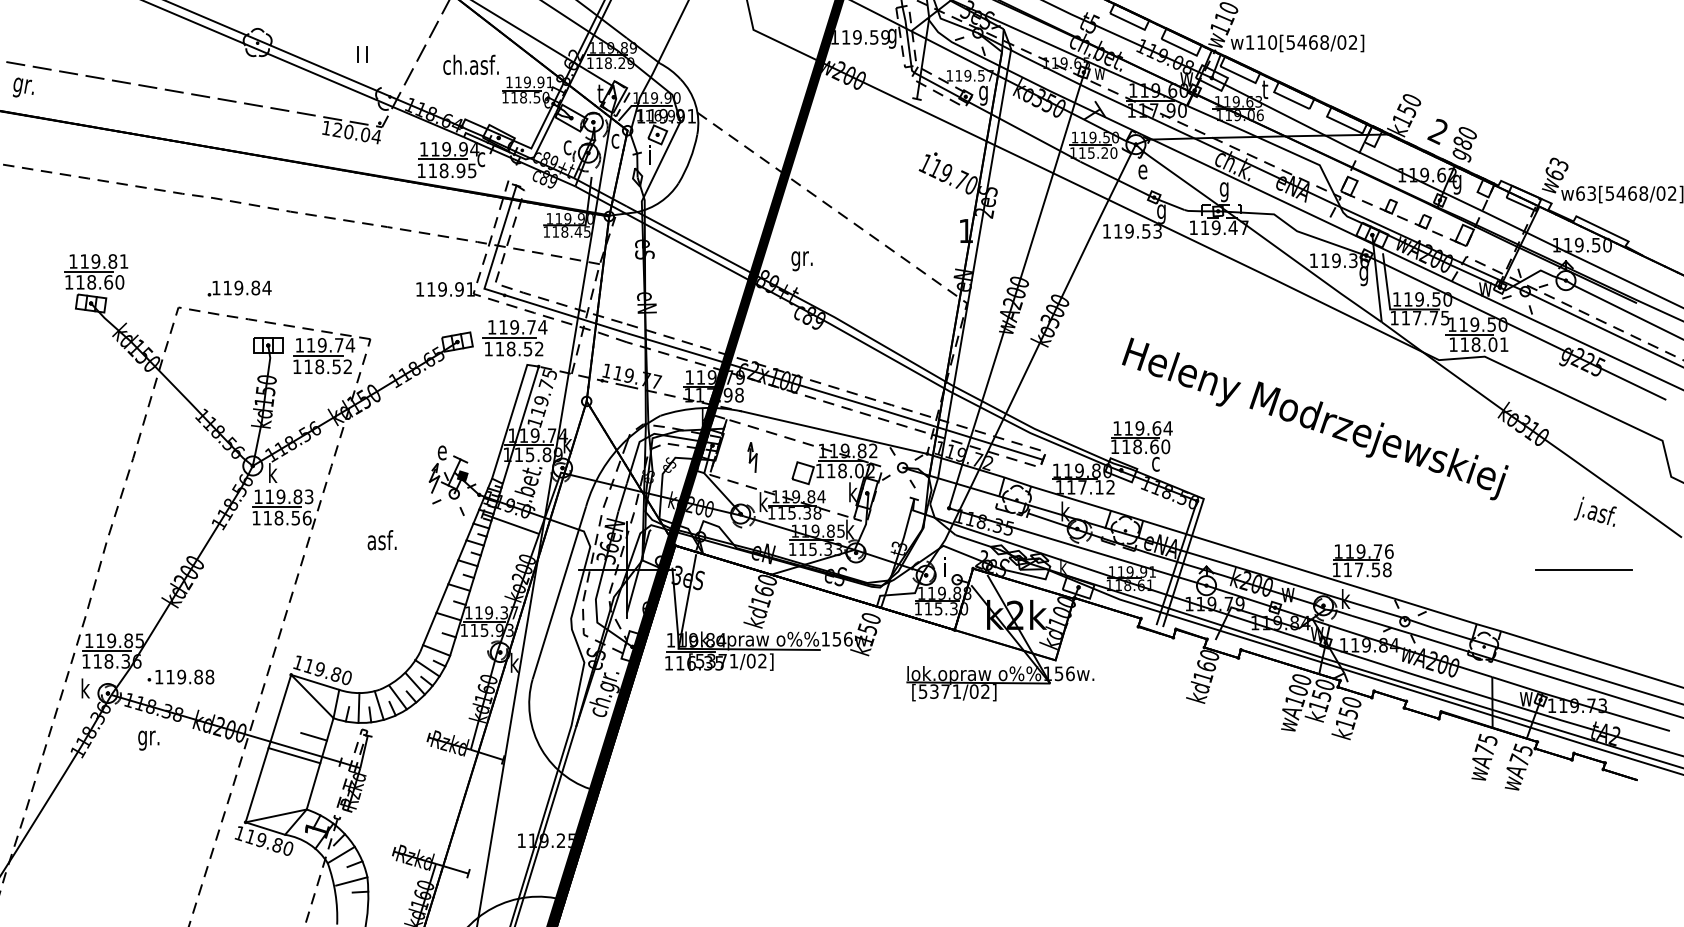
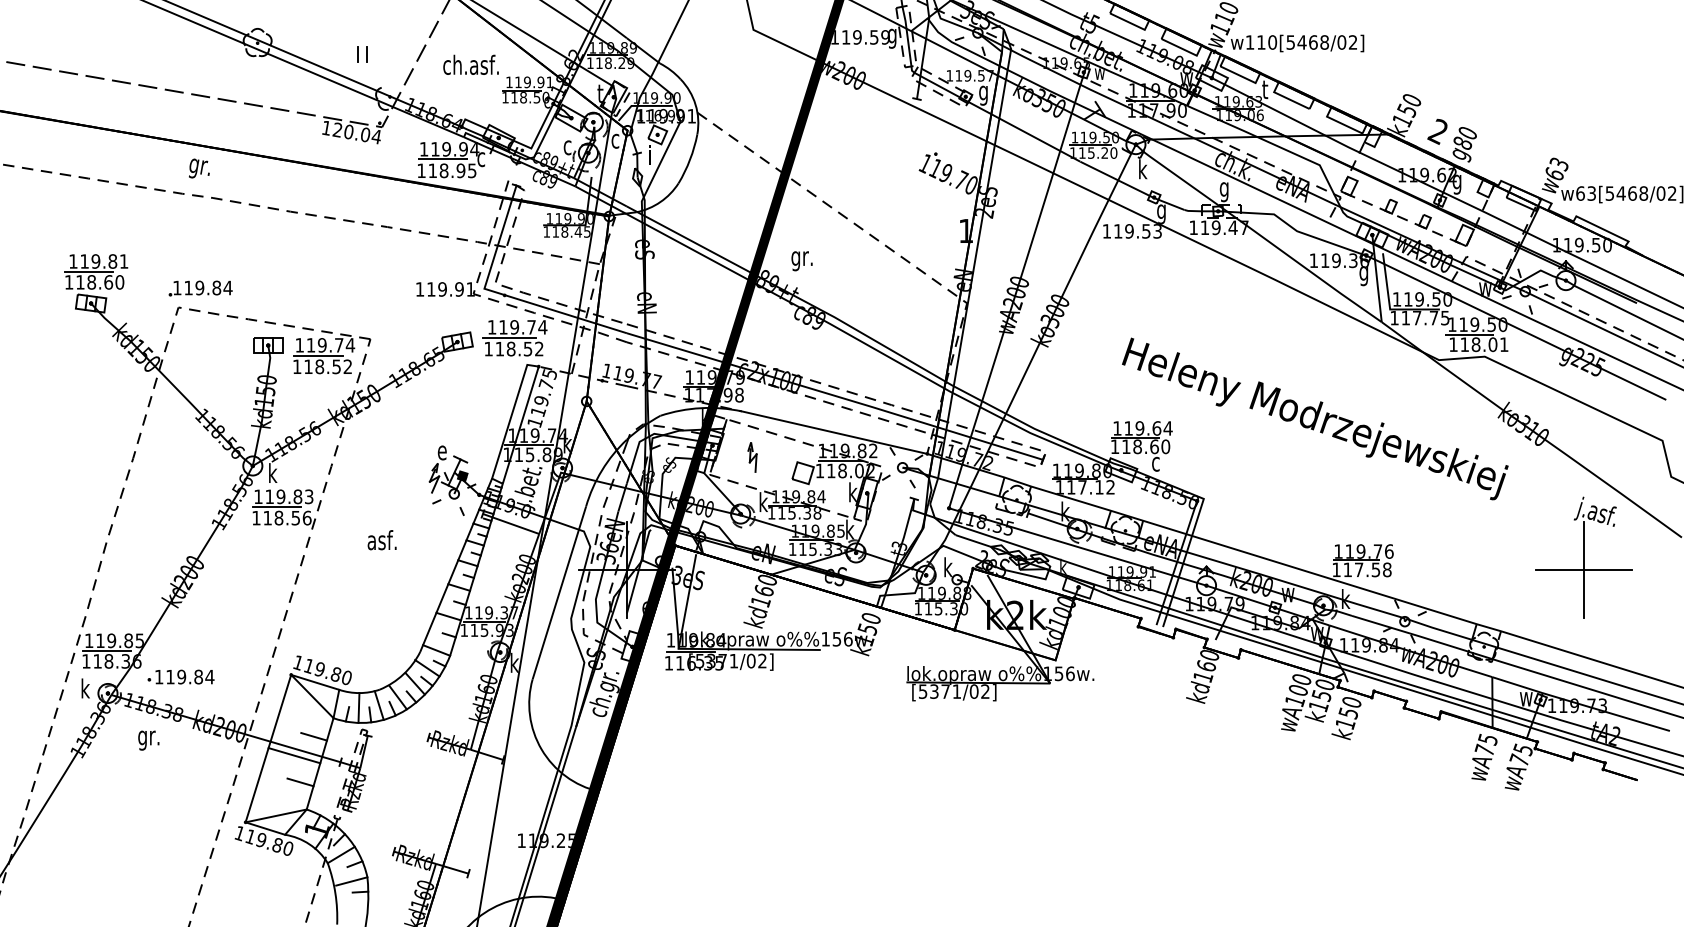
text at (23, 87) position: (23, 87) -> (199, 168)
text at (1142, 169): e -> k
part at (239, 288) position: (239, 288) -> (200, 288)
text at (948, 567): i -> k
line at (1584, 570): none -> present
text at (209, 676): 119.88 -> 119.84
line at (300, 782): none -> present
